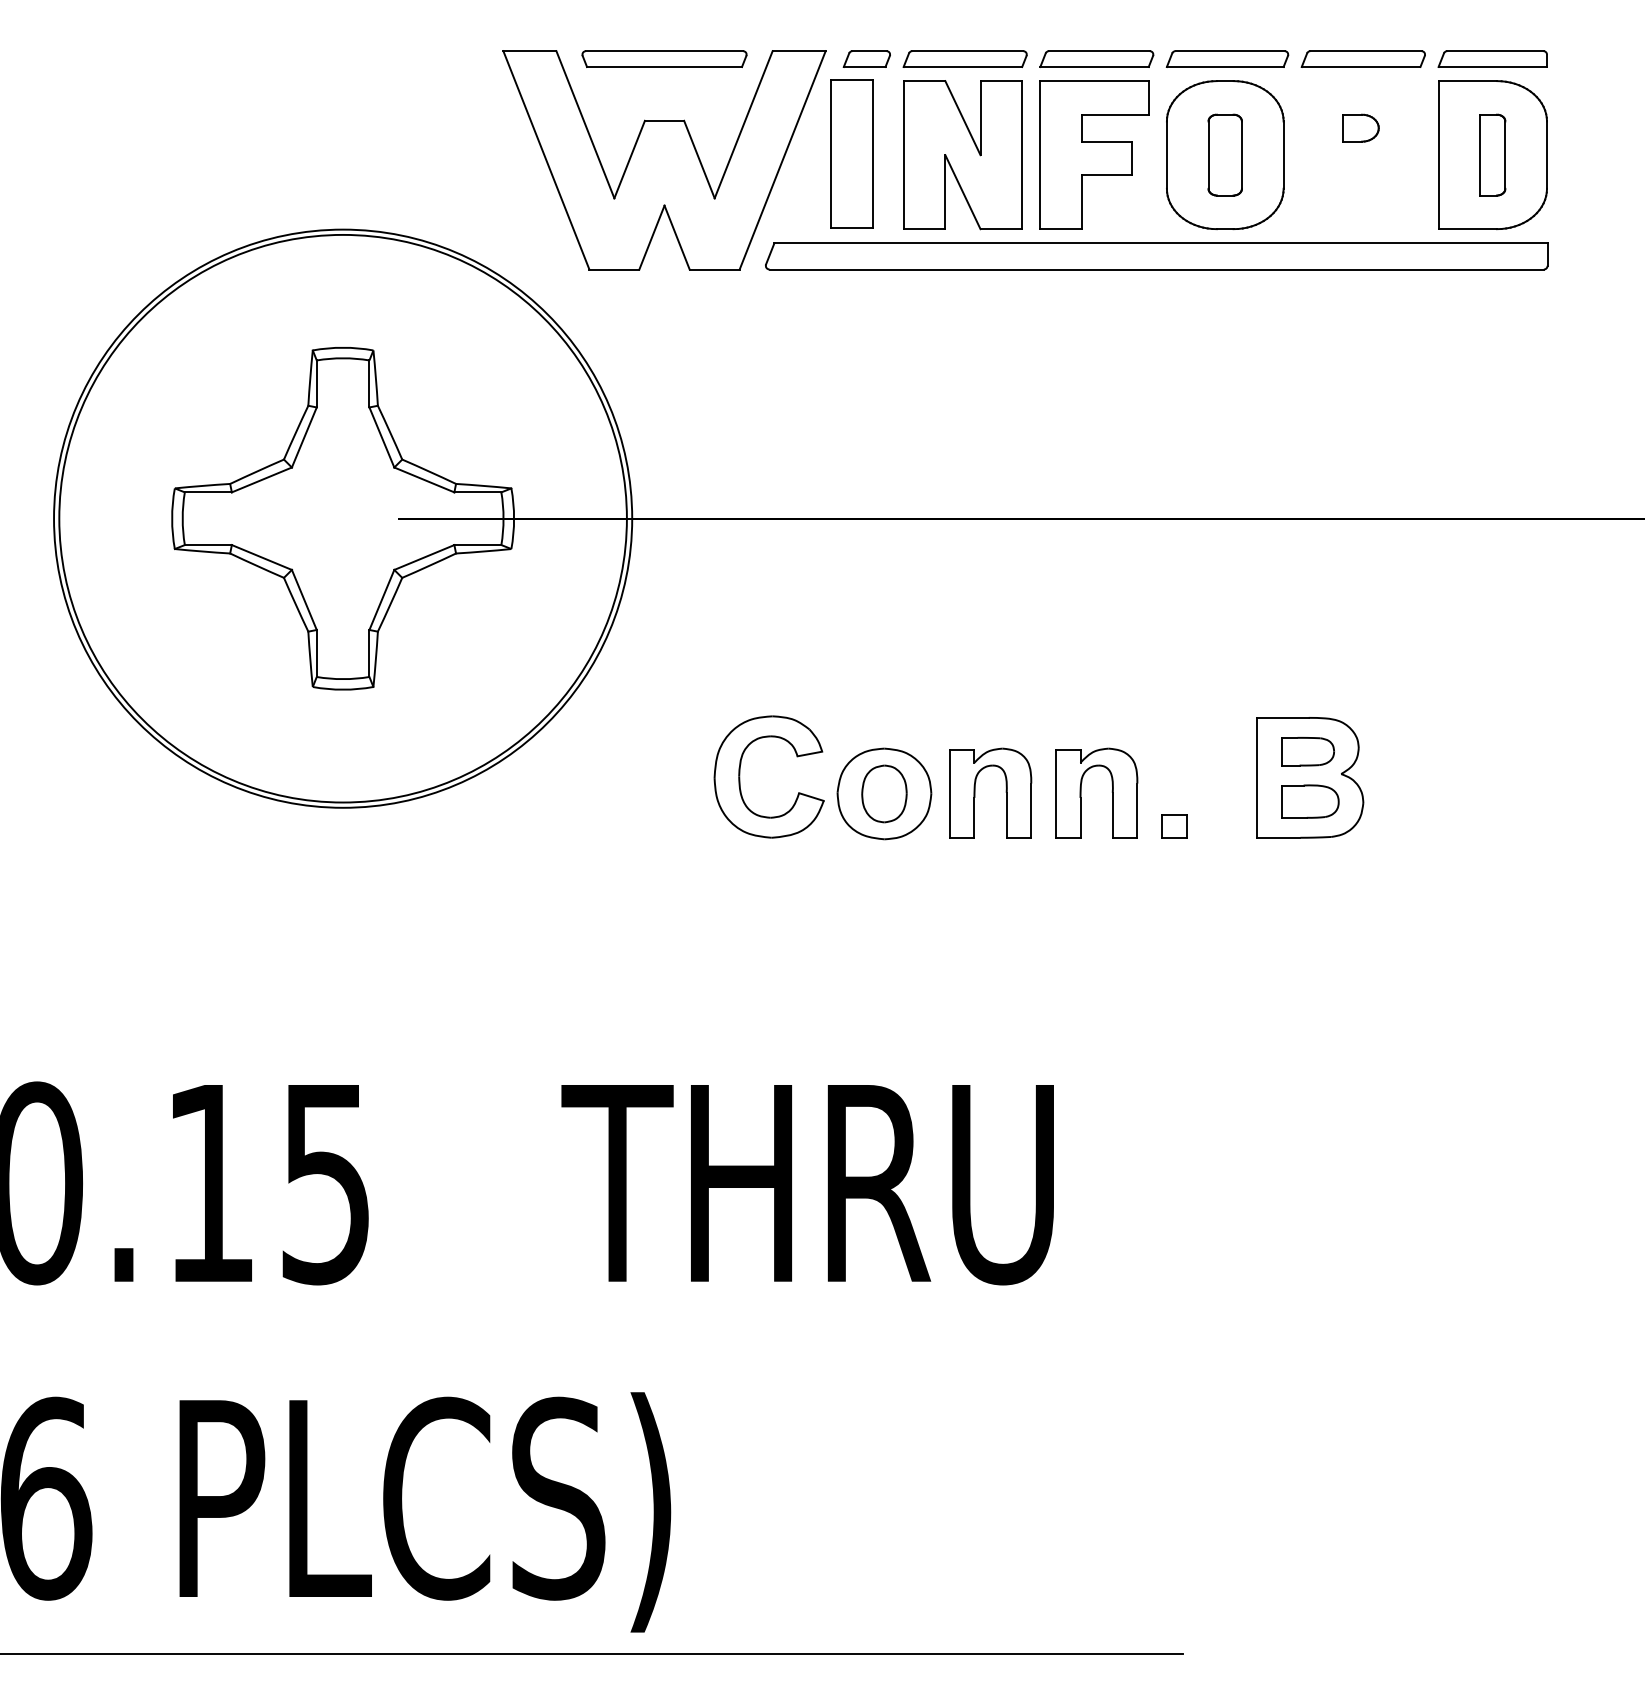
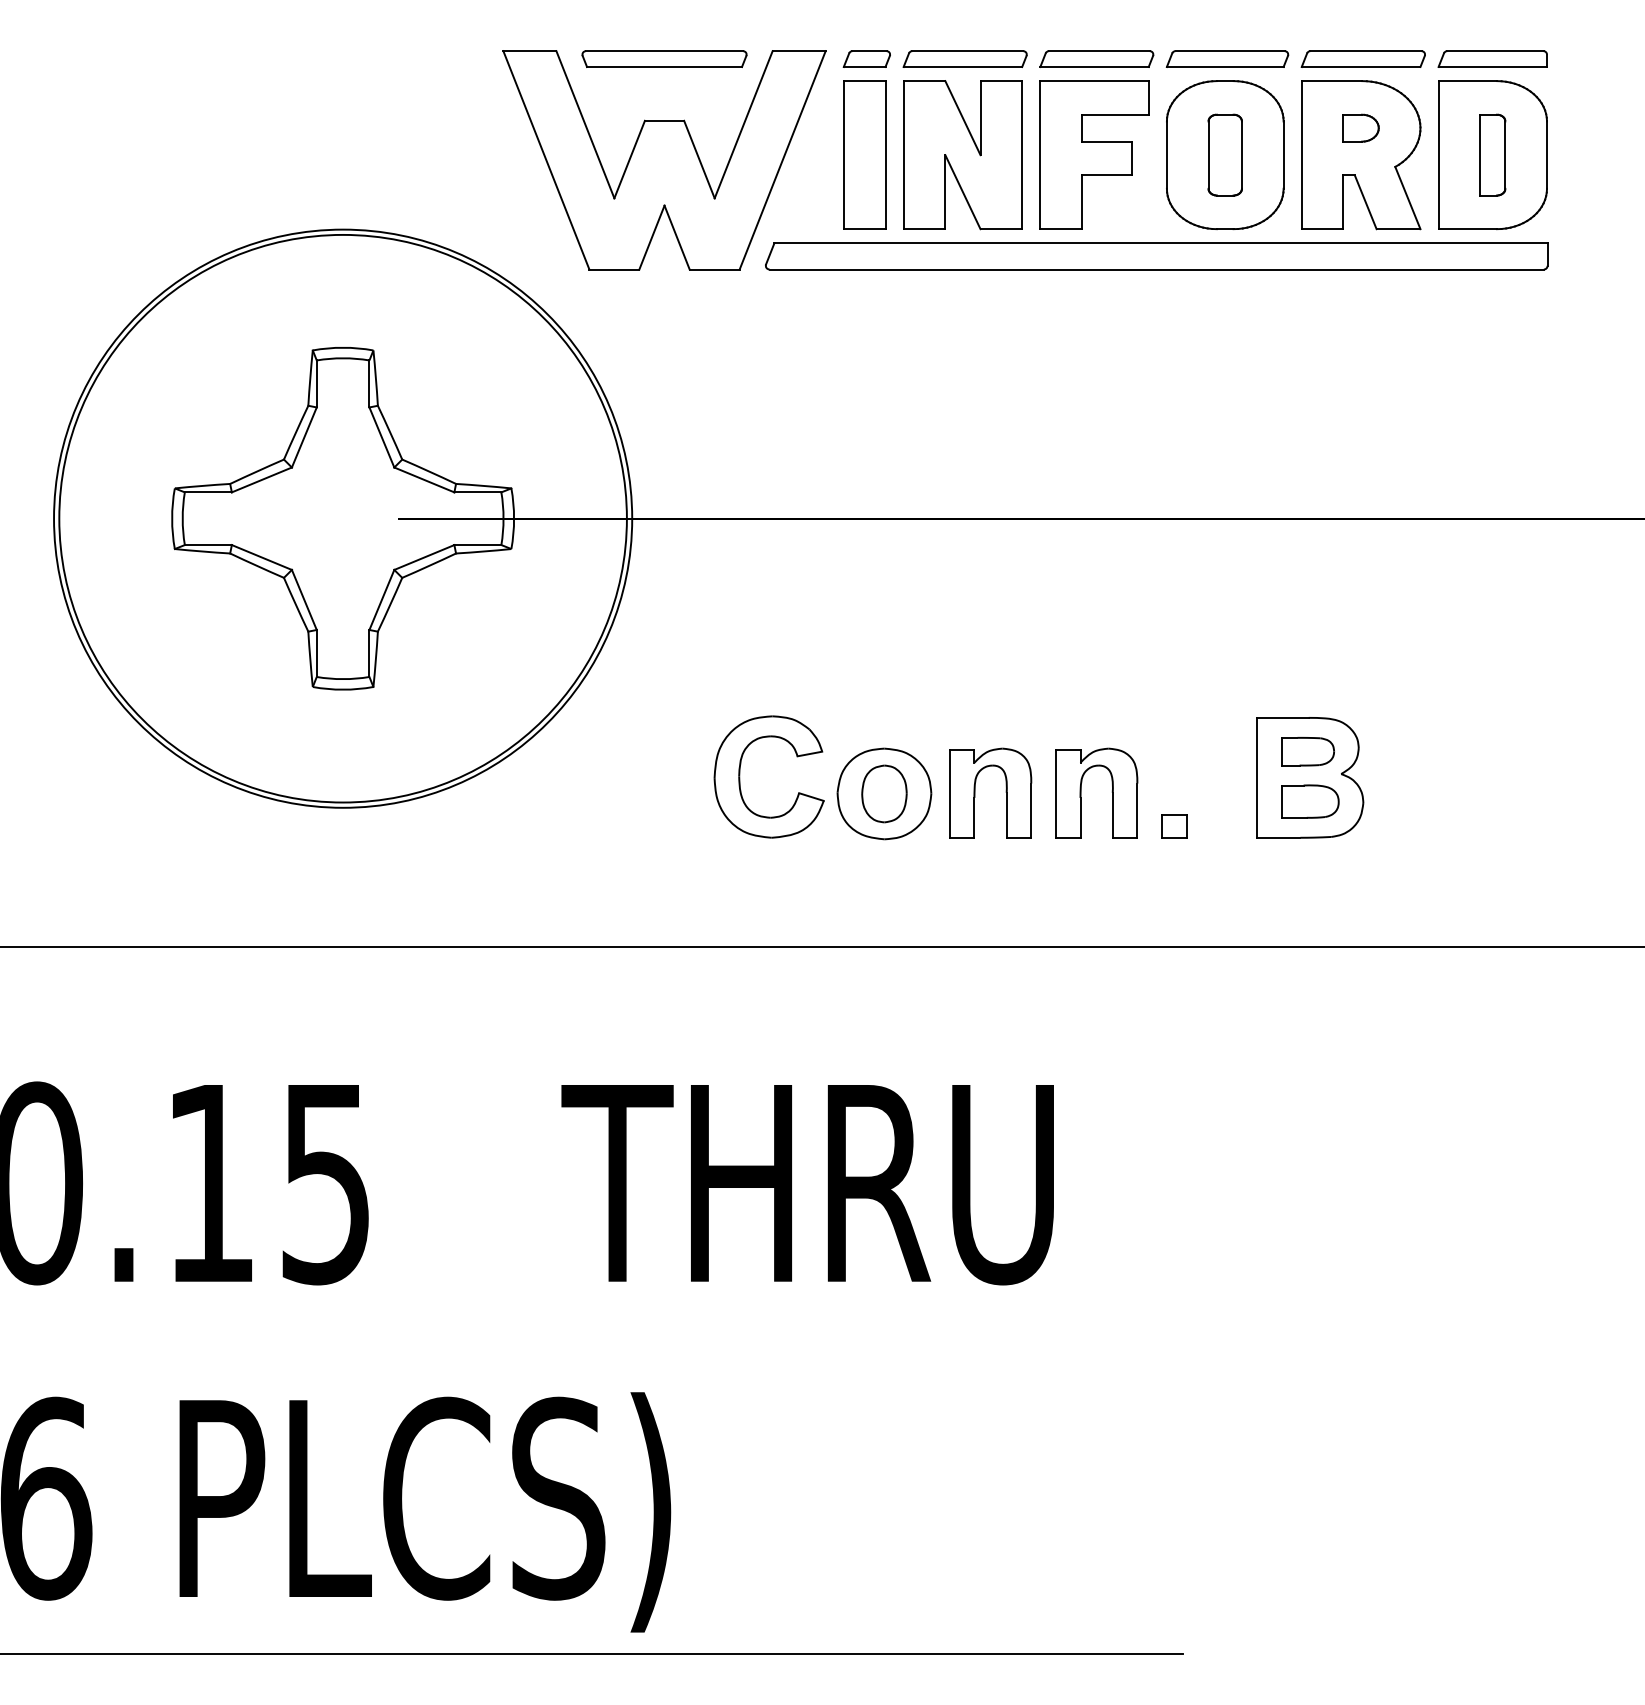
part at (851, 153) position: (851, 153) -> (864, 154)
part at (1361, 155): none -> present
line at (821, 947): none -> present
